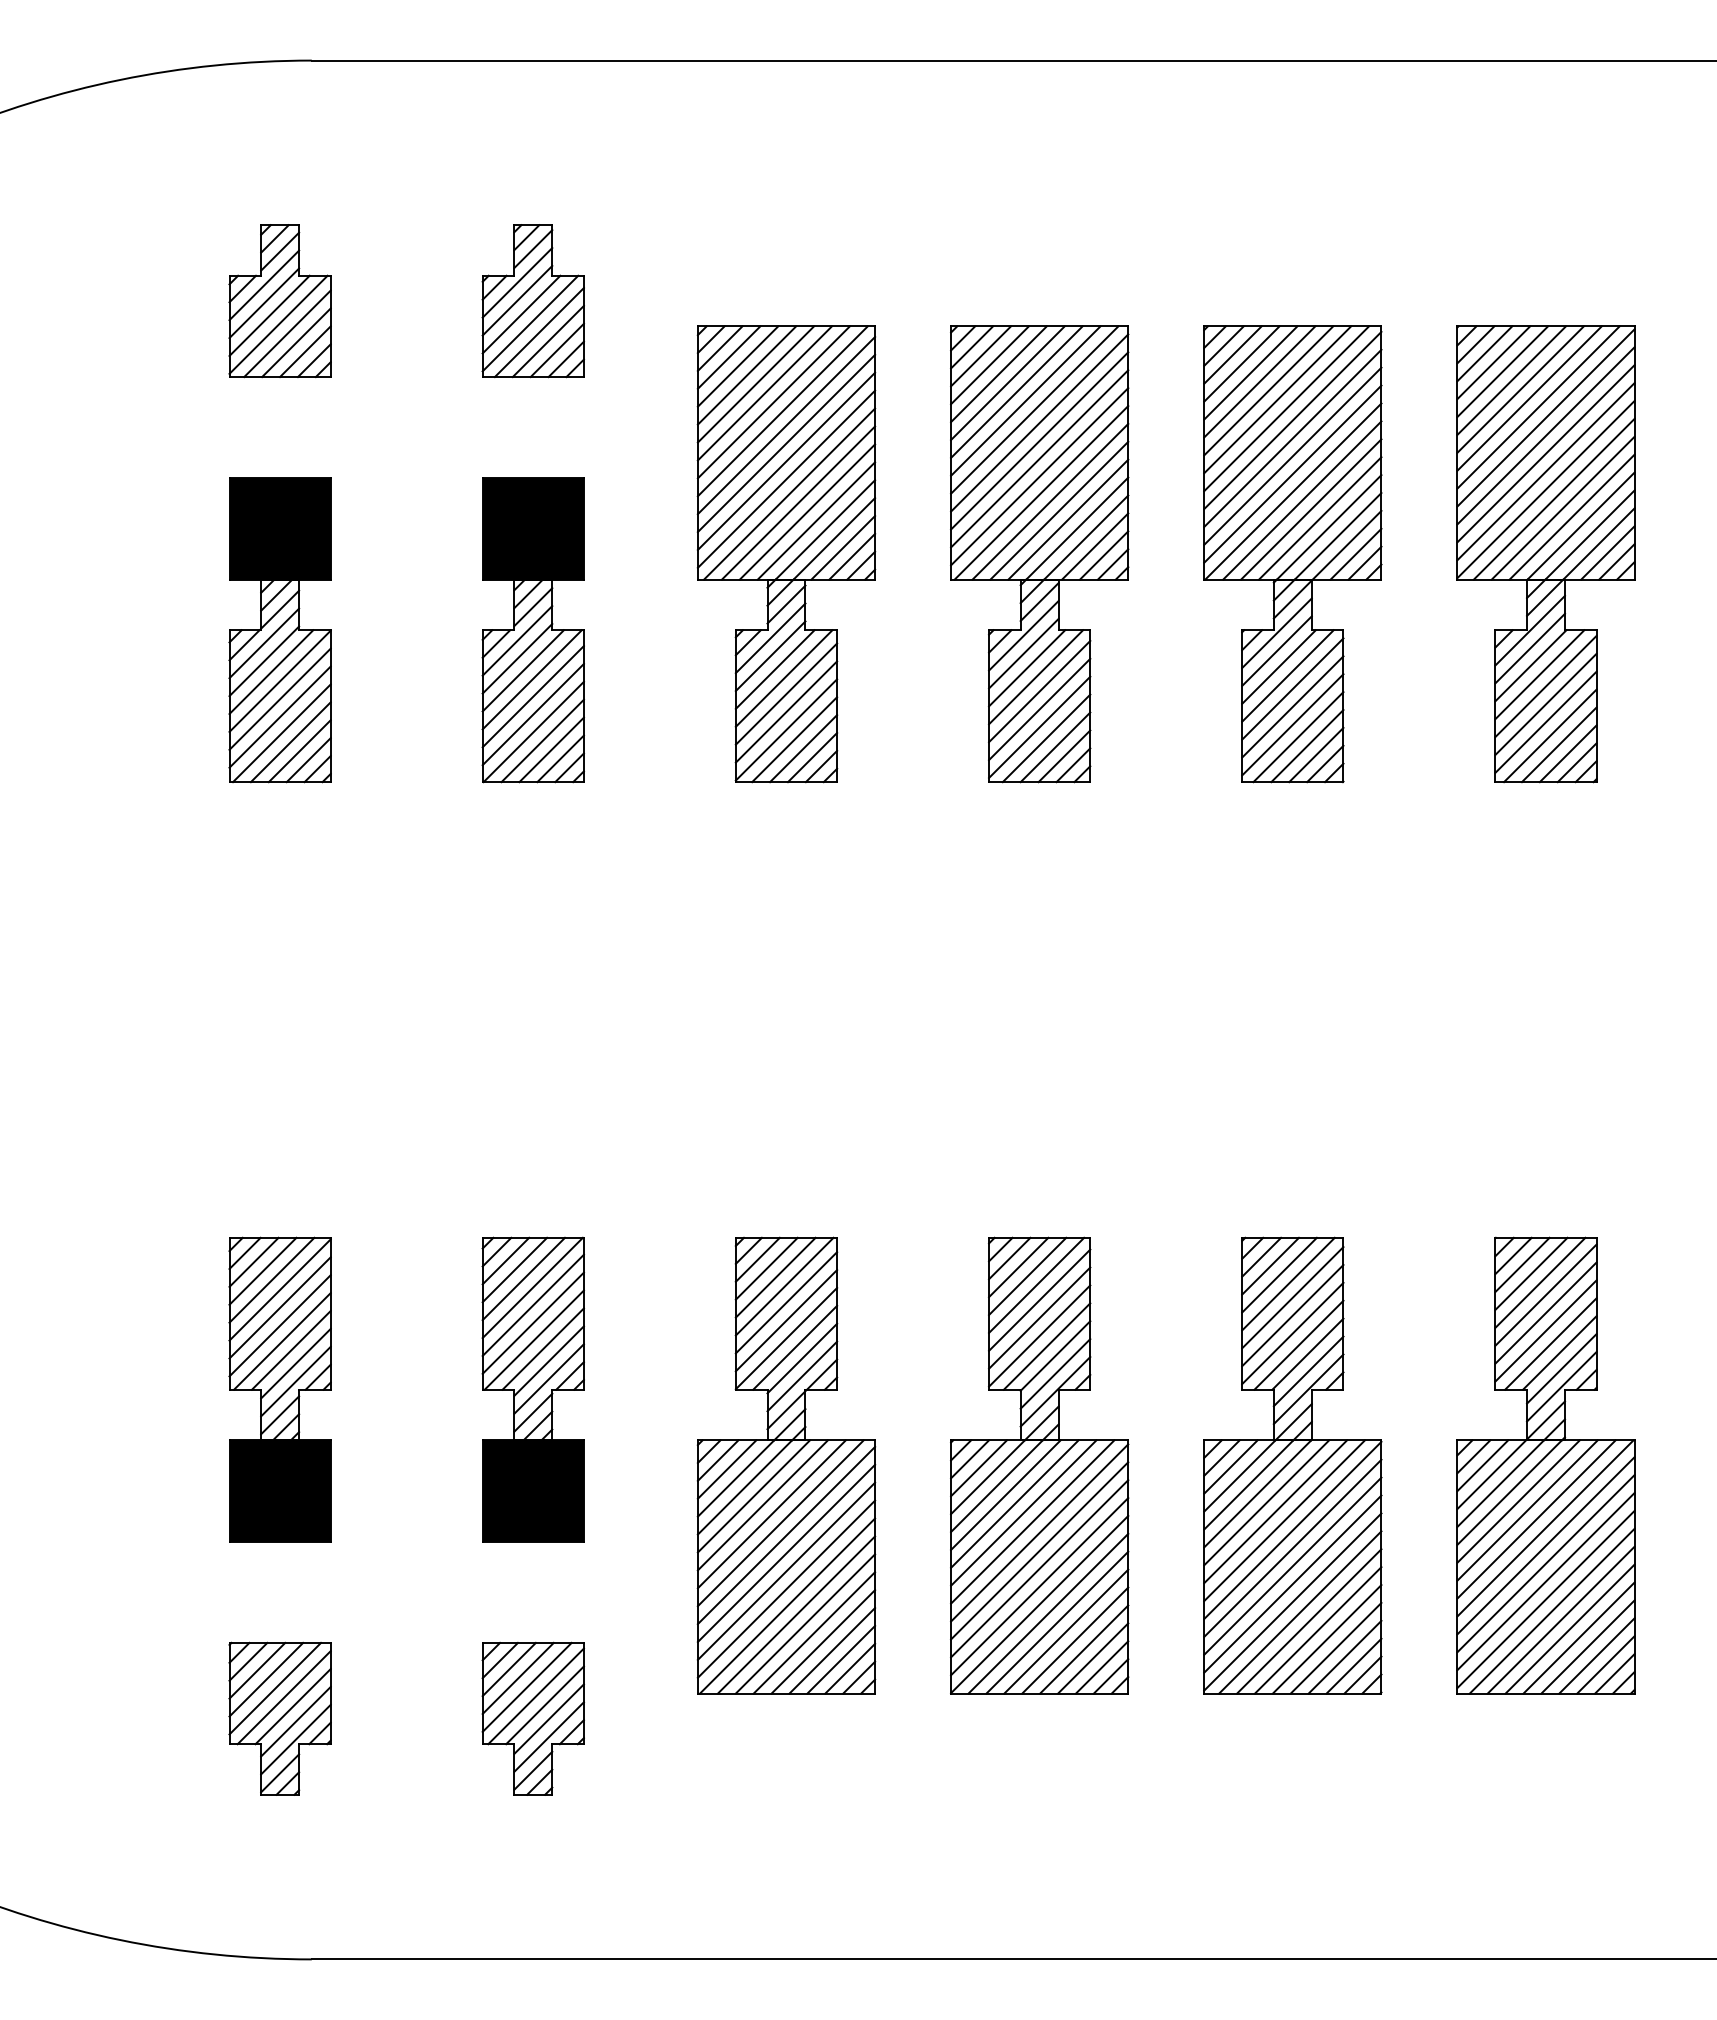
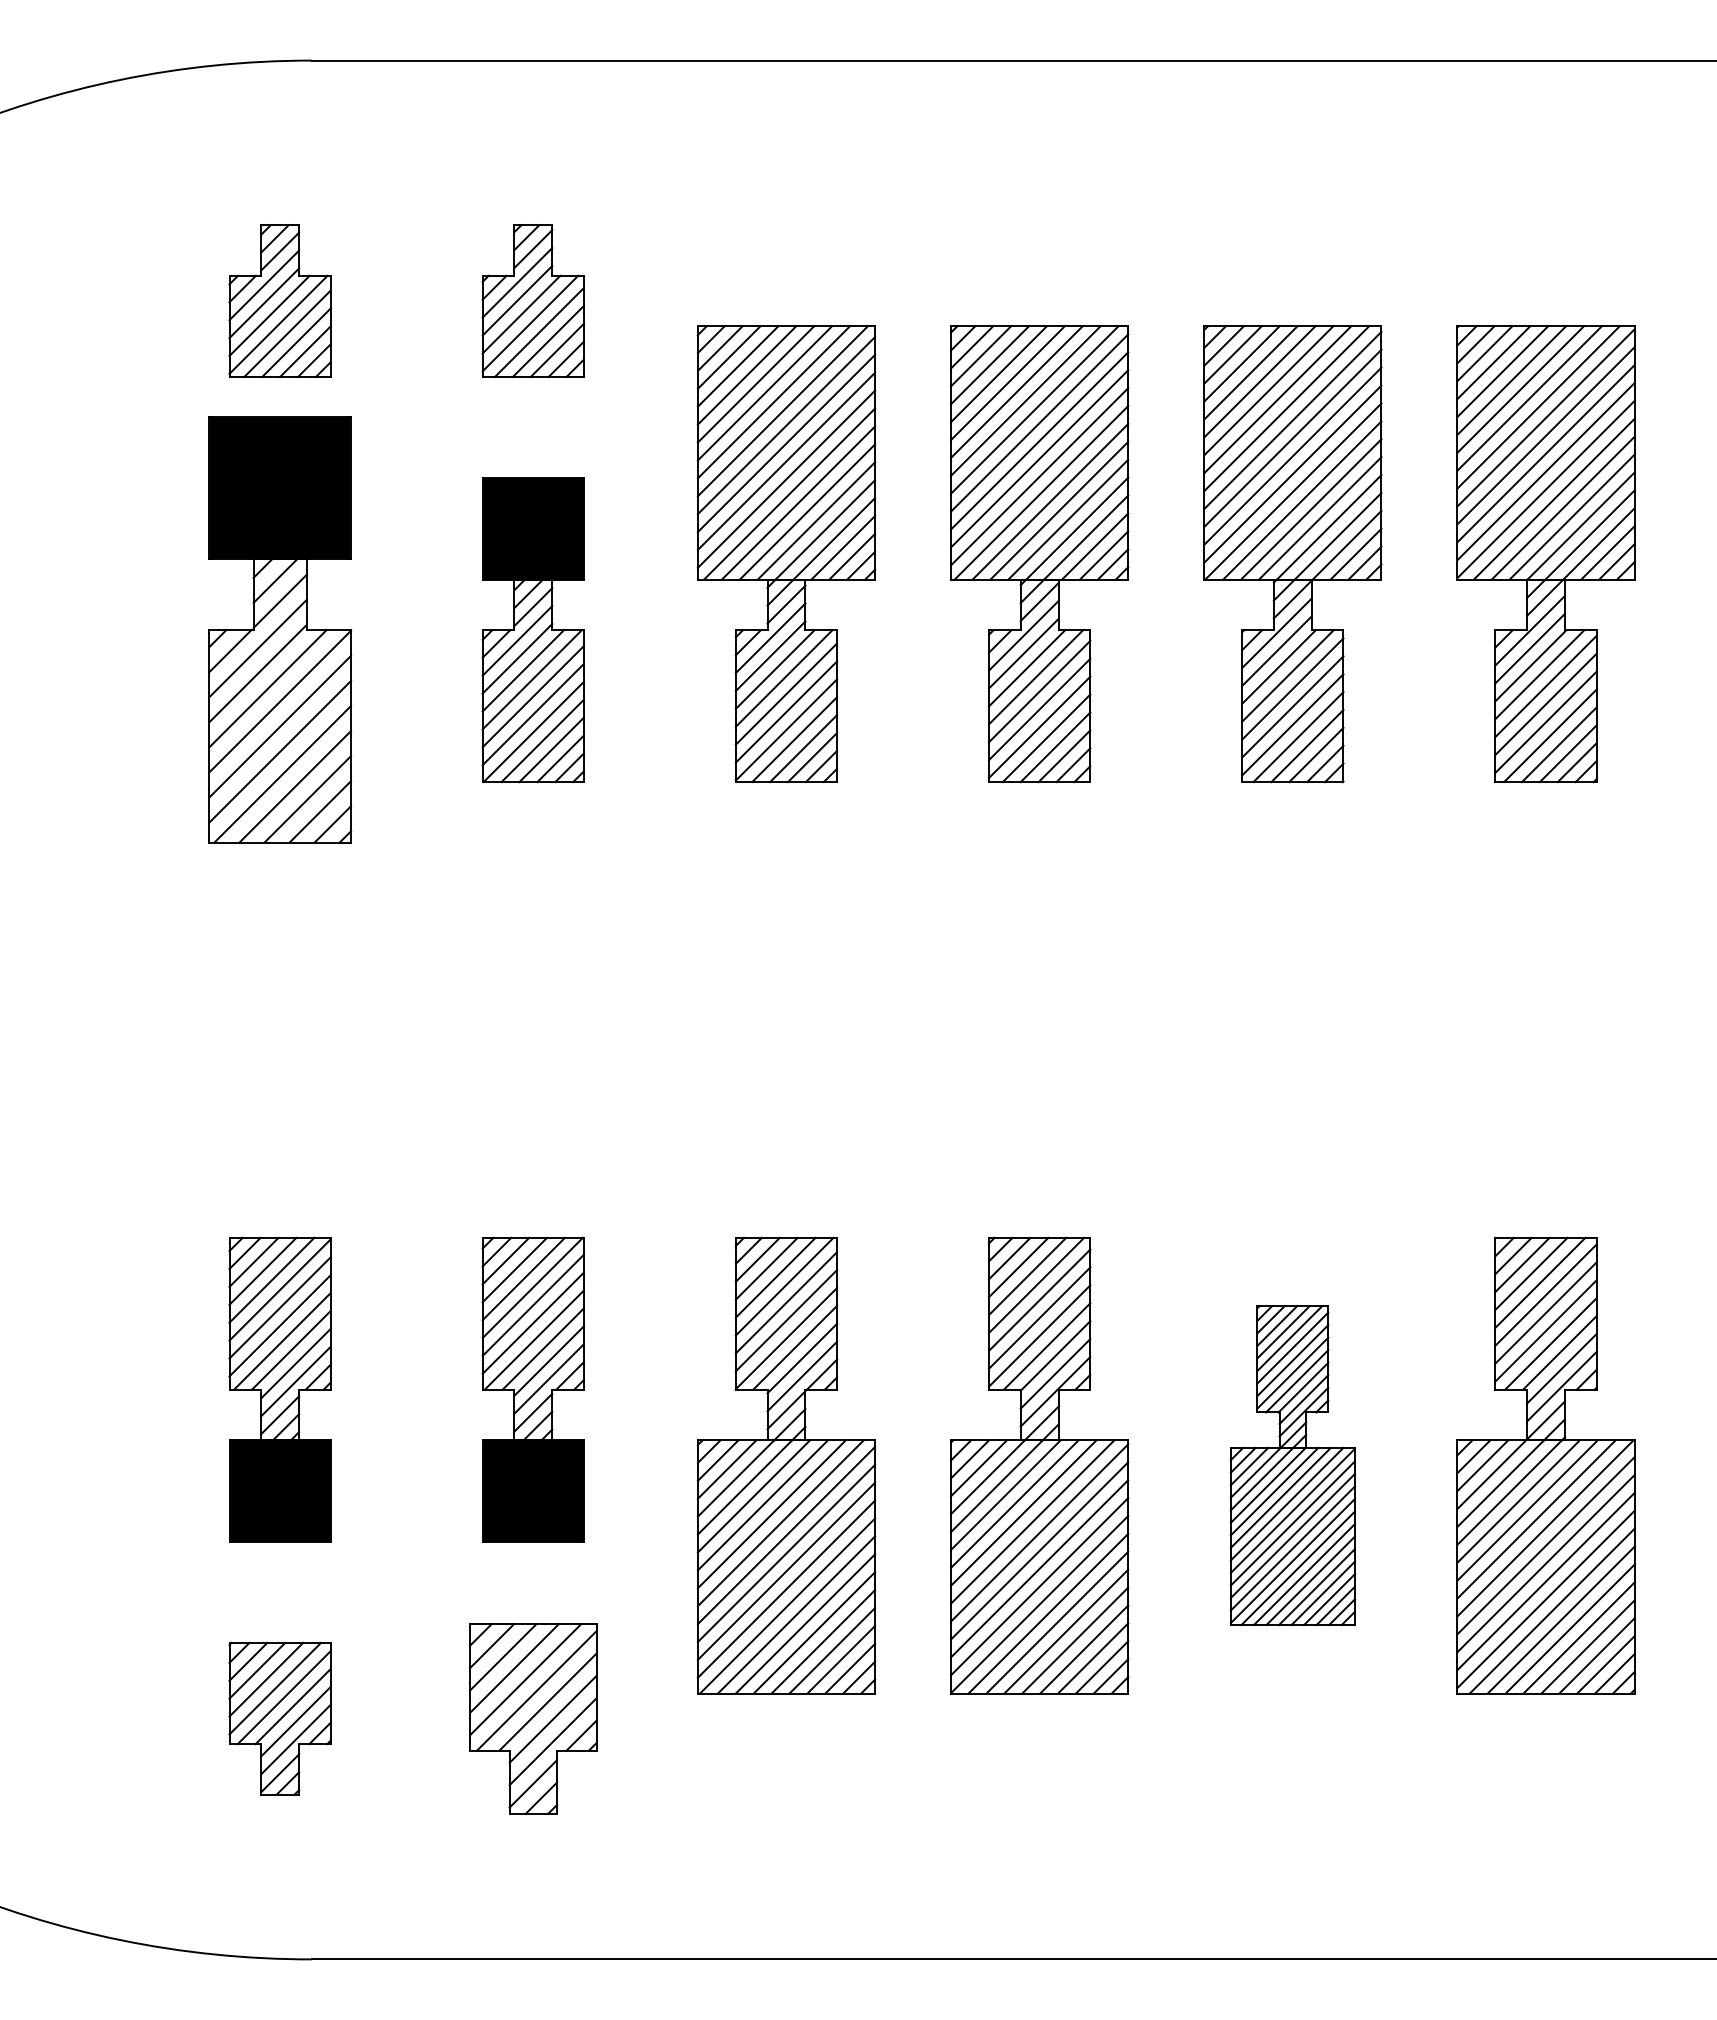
part at (279, 630) size: 104x307 px -> 145x428 px
part at (1292, 1465) size: 180x459 px -> 127x322 px
part at (532, 1718) size: 104x155 px -> 129x192 px
